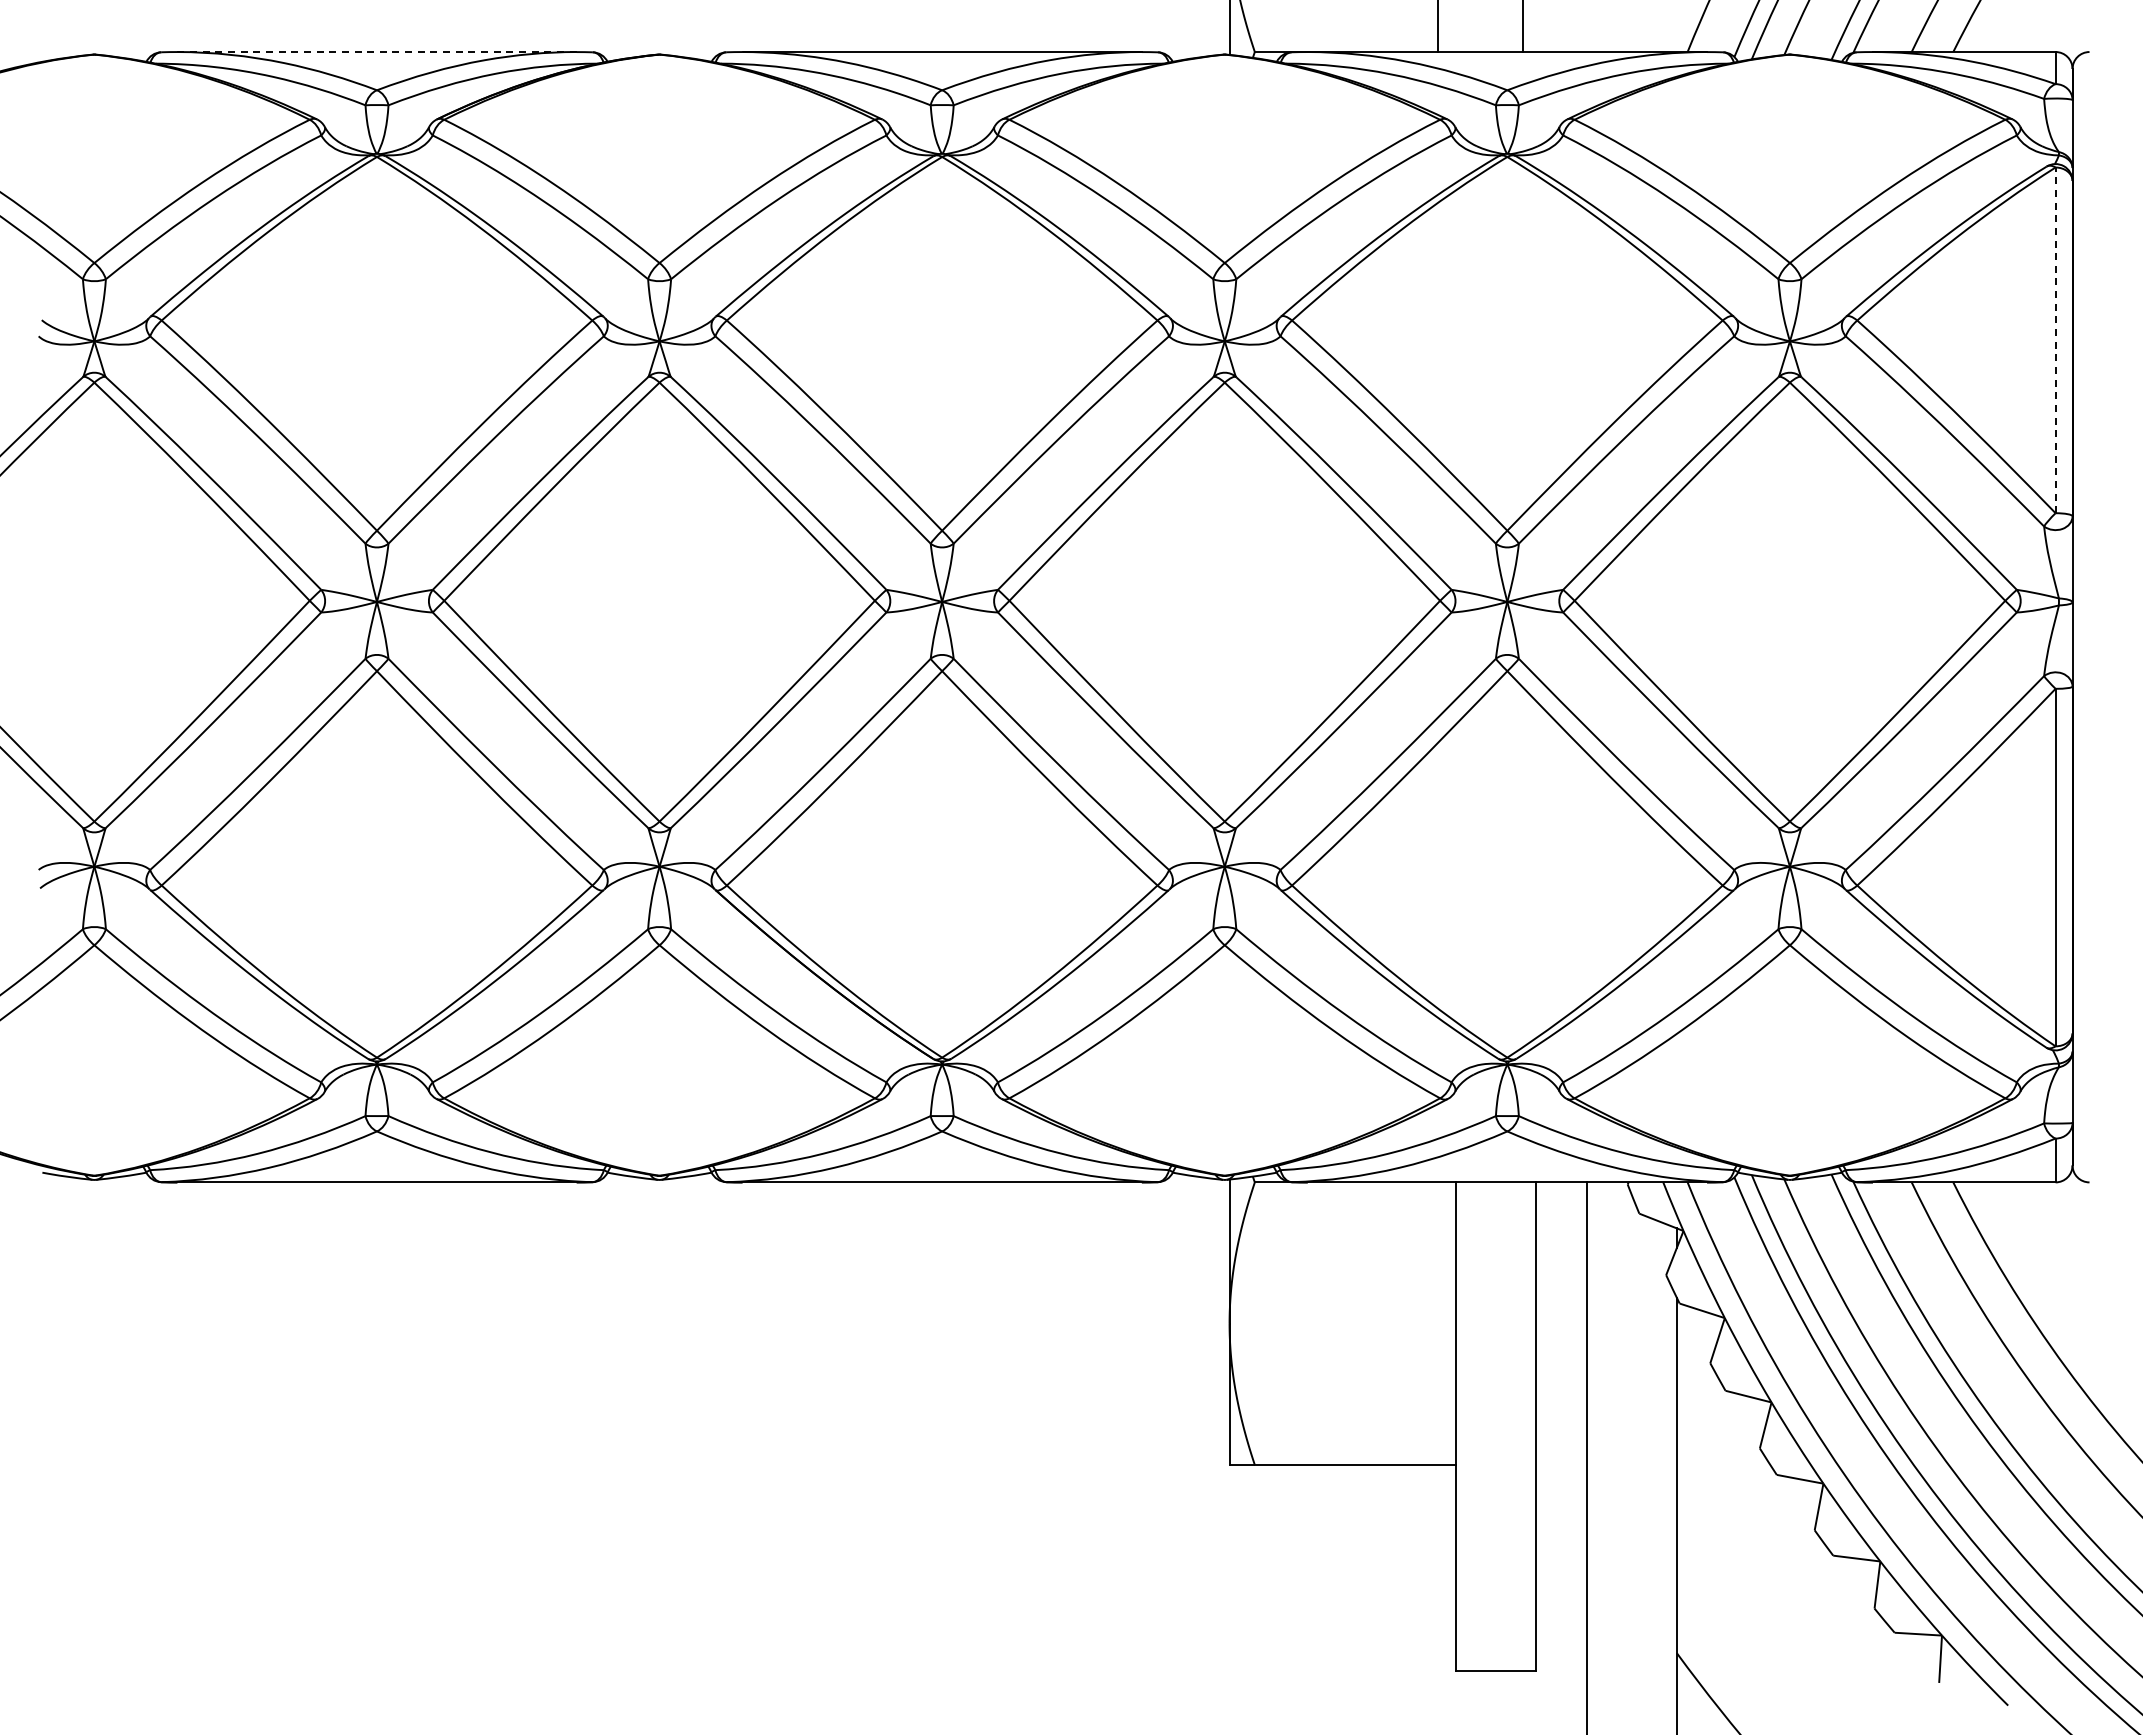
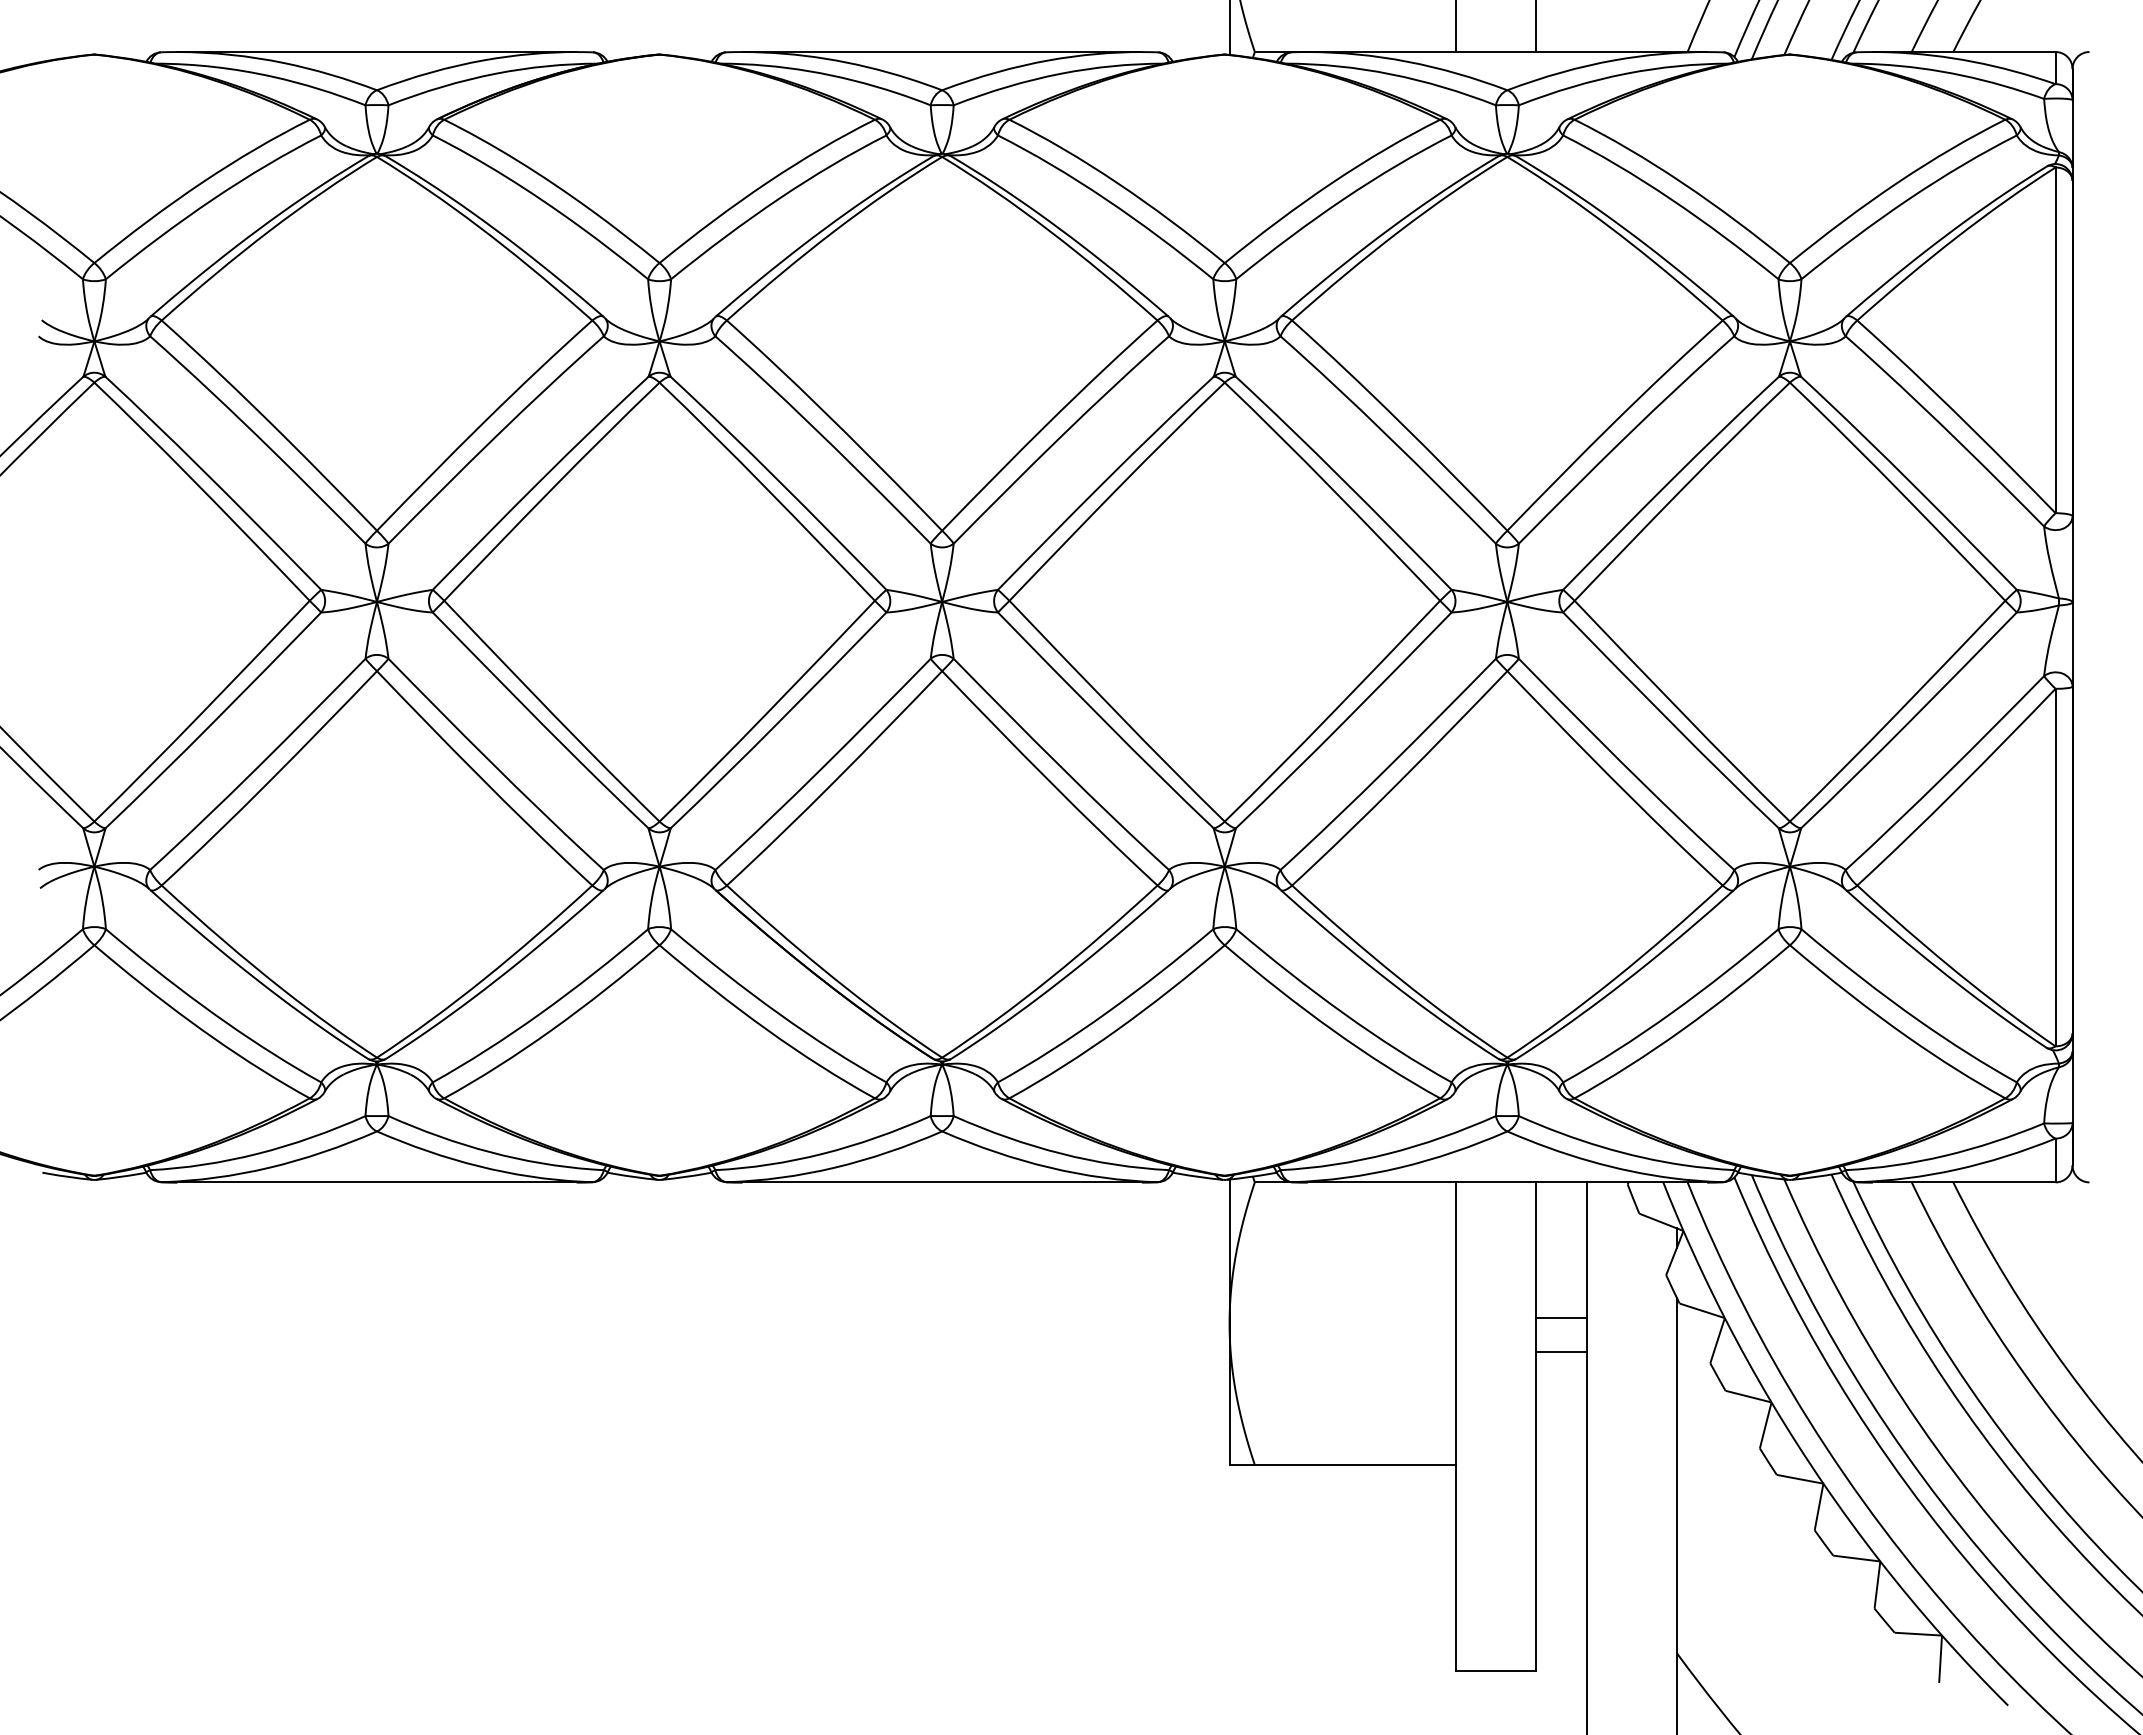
line at (1437, 27) position: (1437, 27) -> (1455, 27)
line at (1523, 27) position: (1523, 27) -> (1536, 27)
line at (377, 52): dashed -> solid
line at (2055, 340): dashed -> solid
line at (1561, 1318): none -> present
line at (1561, 1351): none -> present
